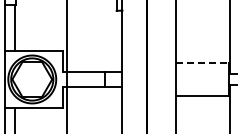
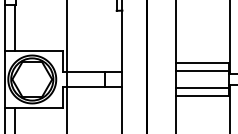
line at (203, 63): dashed -> solid
line at (202, 70): none -> present
line at (202, 88): none -> present
